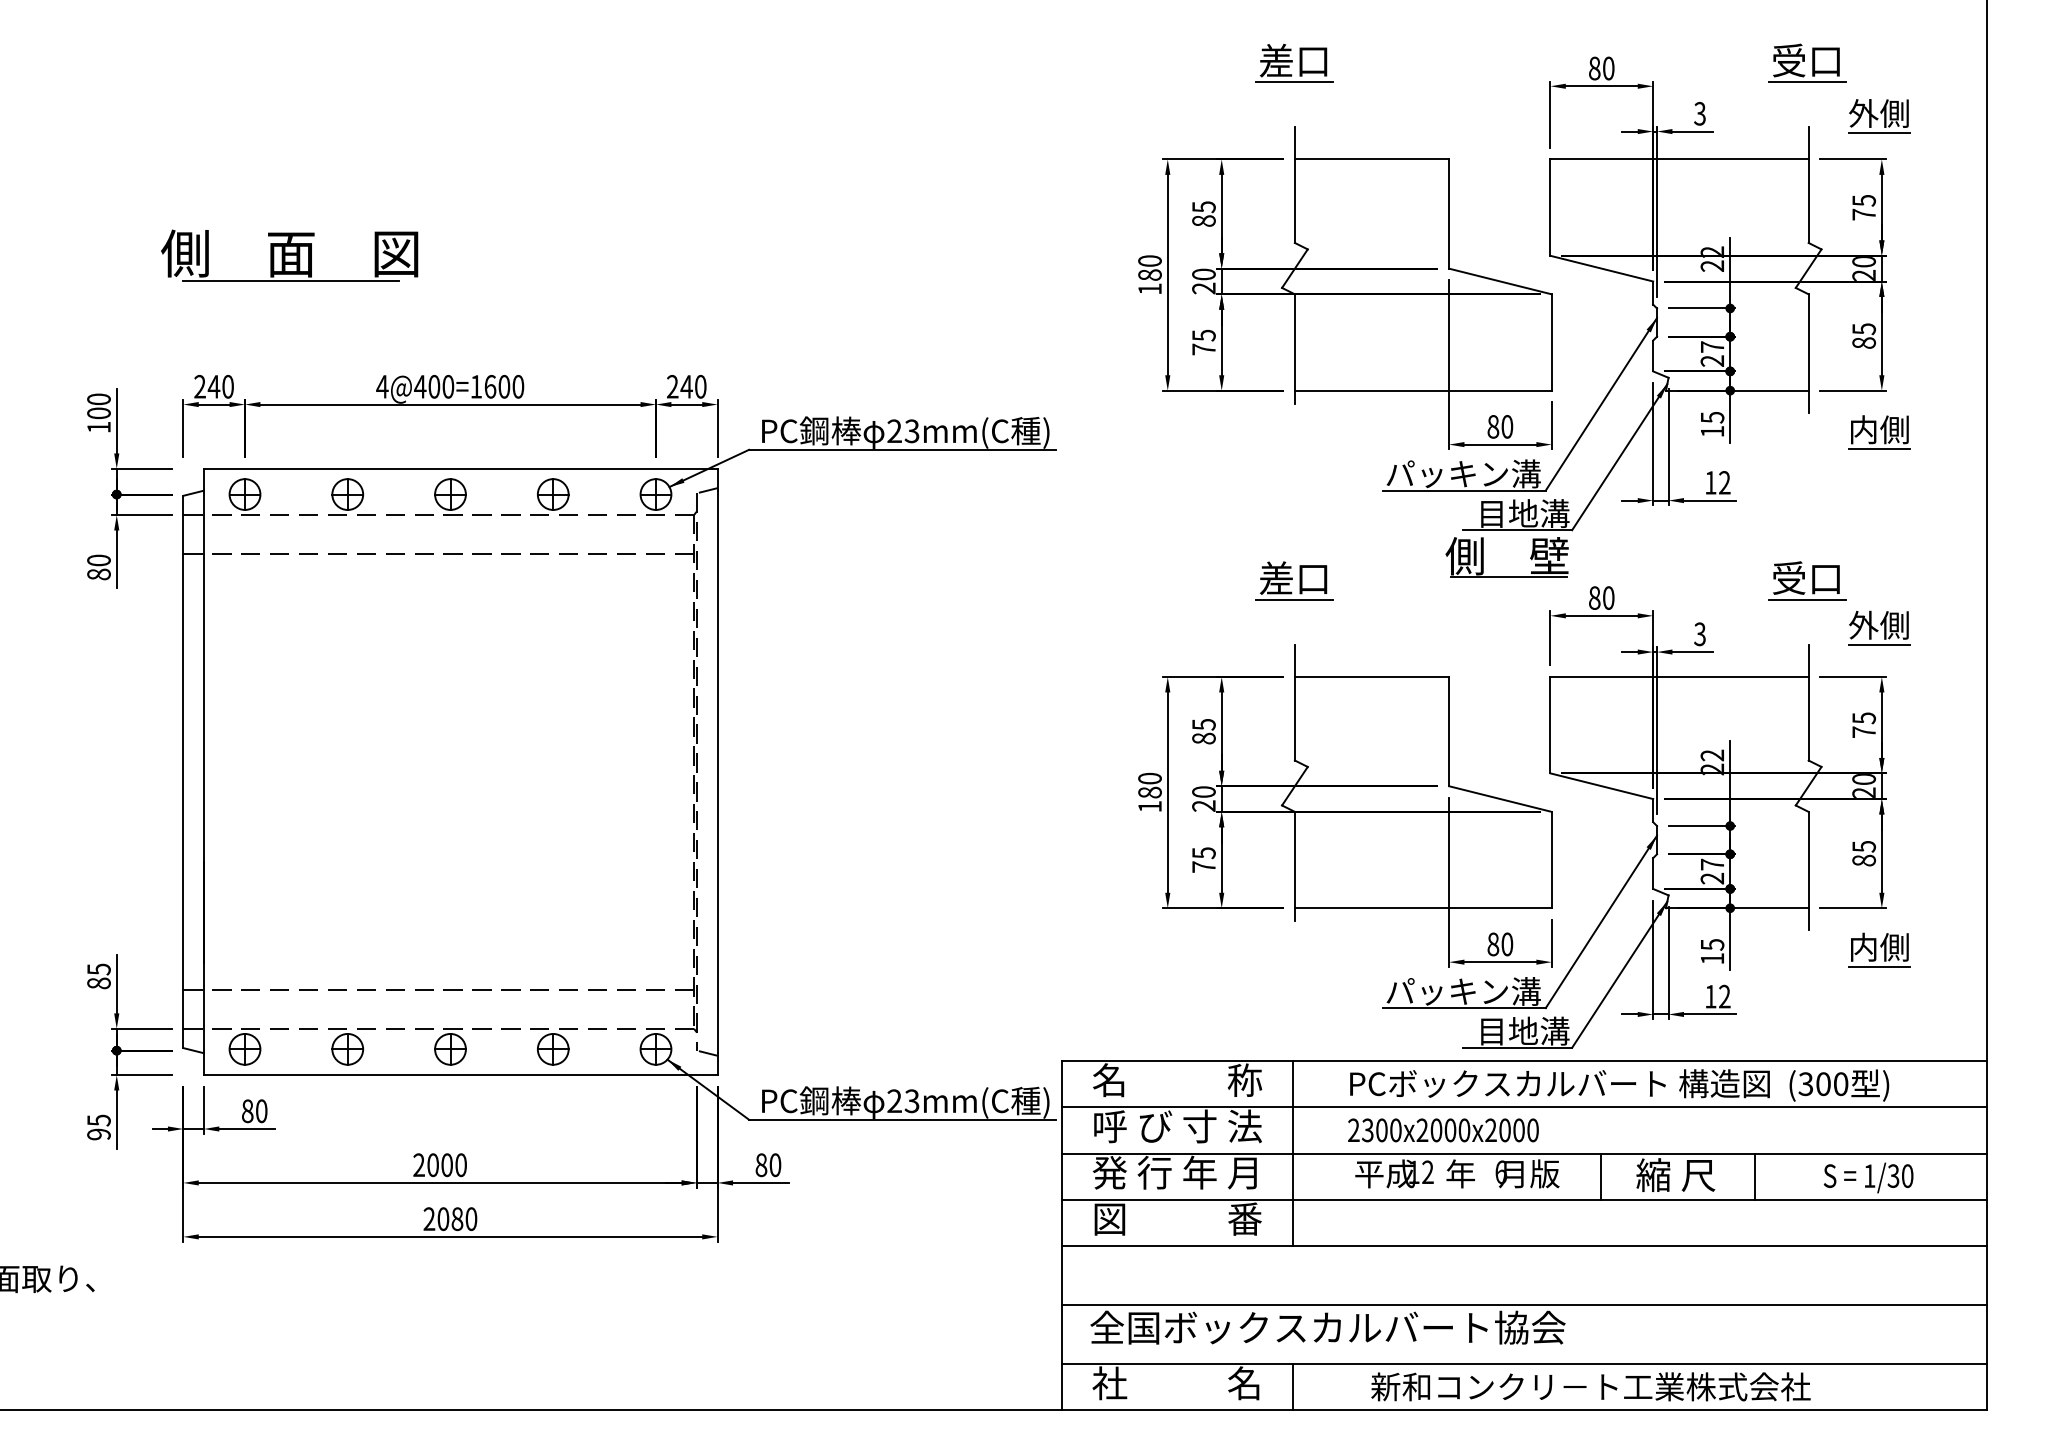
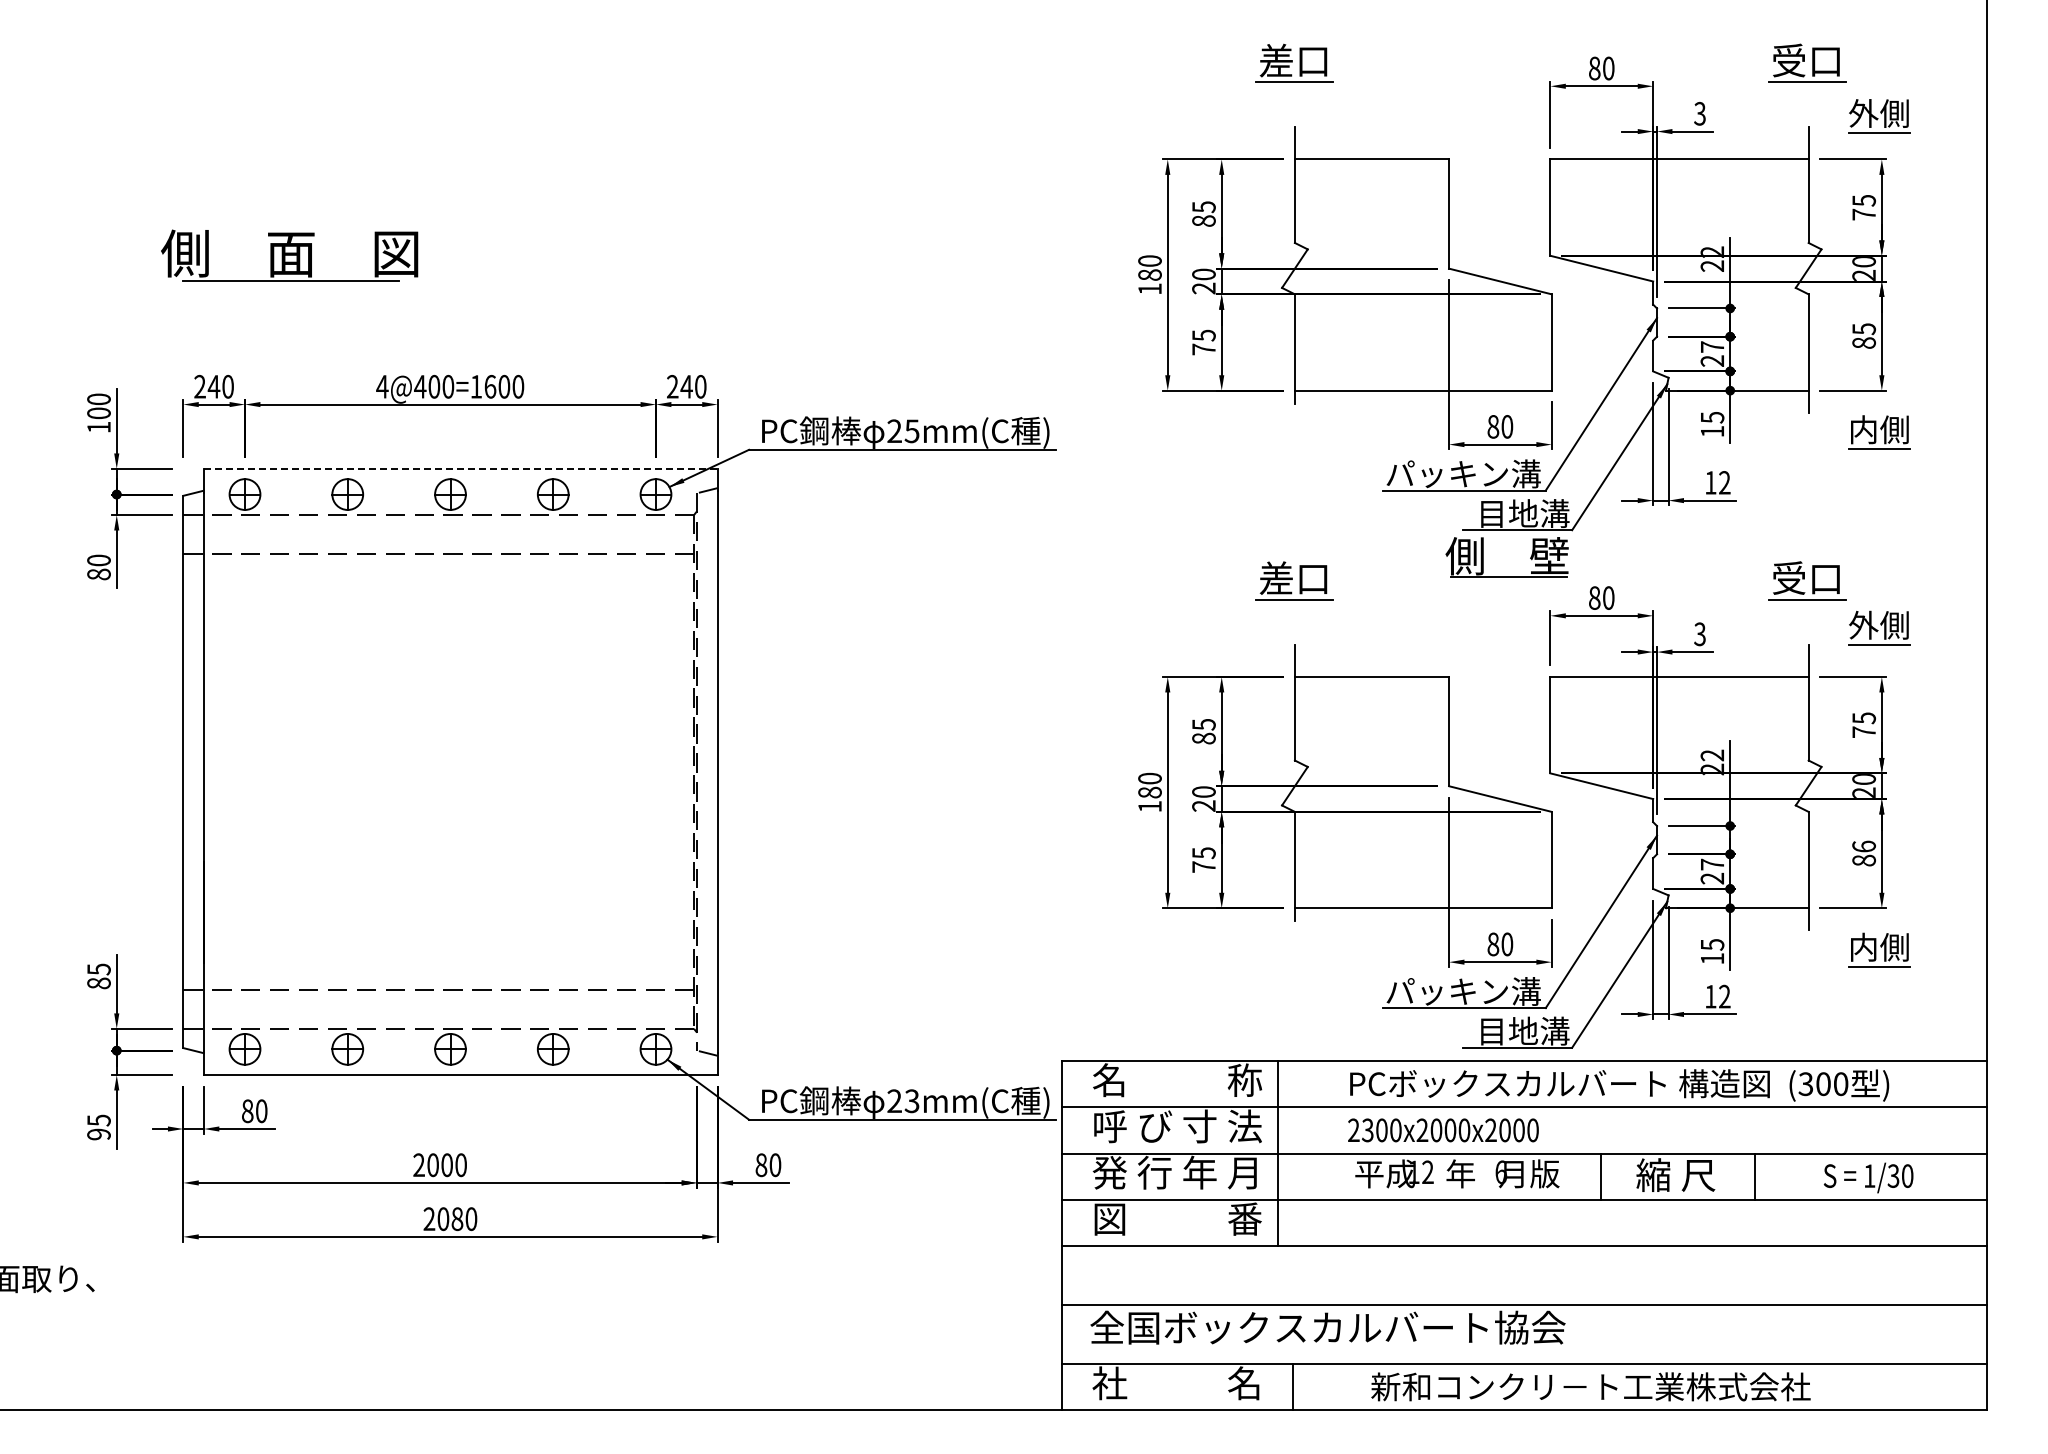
text at (912, 430): 23mm(C -> 25mm(C
line at (460, 468): solid -> dashed
text at (1863, 846): 85 -> 86
line at (1293, 1153) position: (1293, 1153) -> (1278, 1153)
